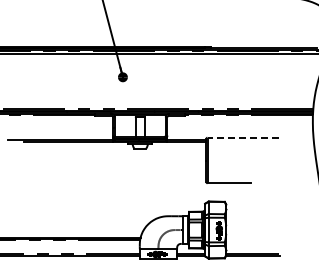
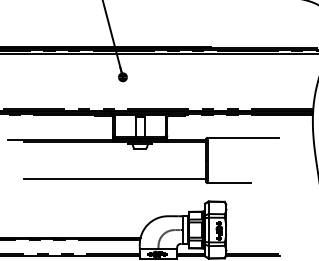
line at (243, 137): dashed -> solid
line at (115, 178): none -> present
